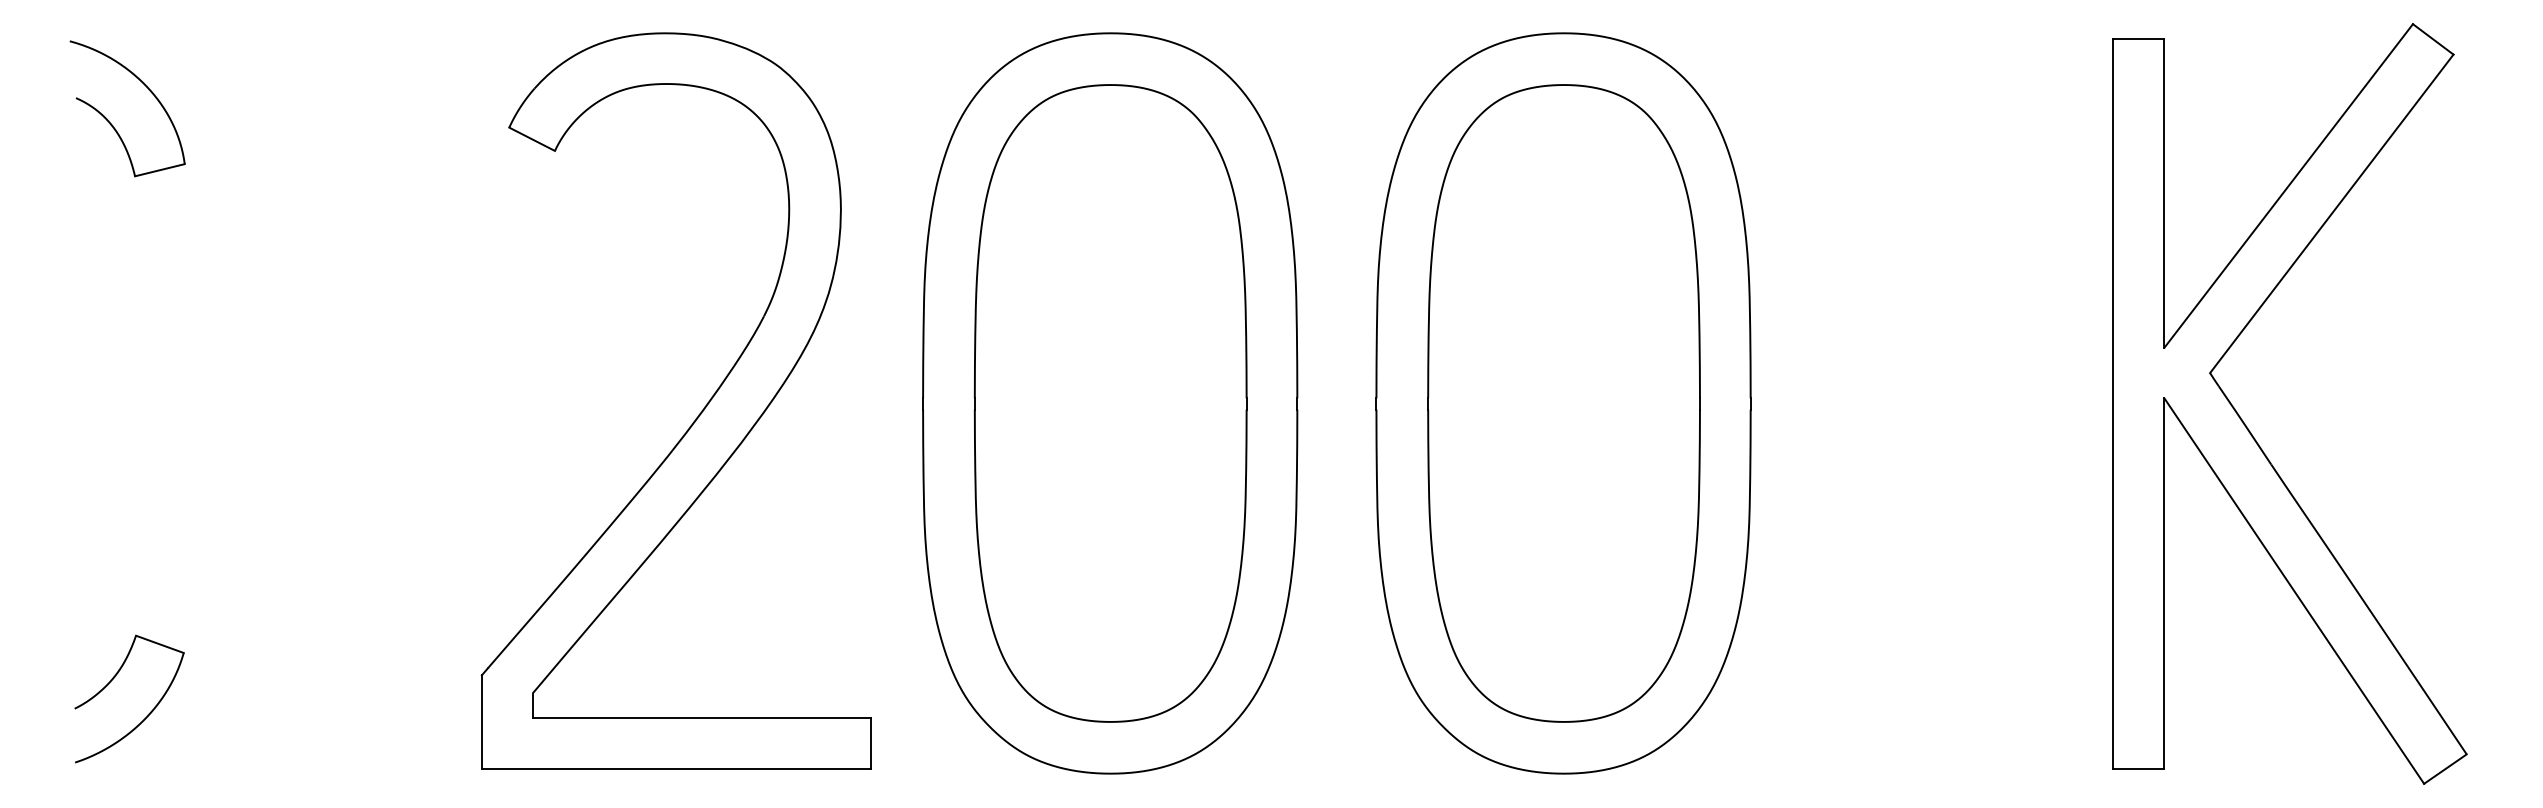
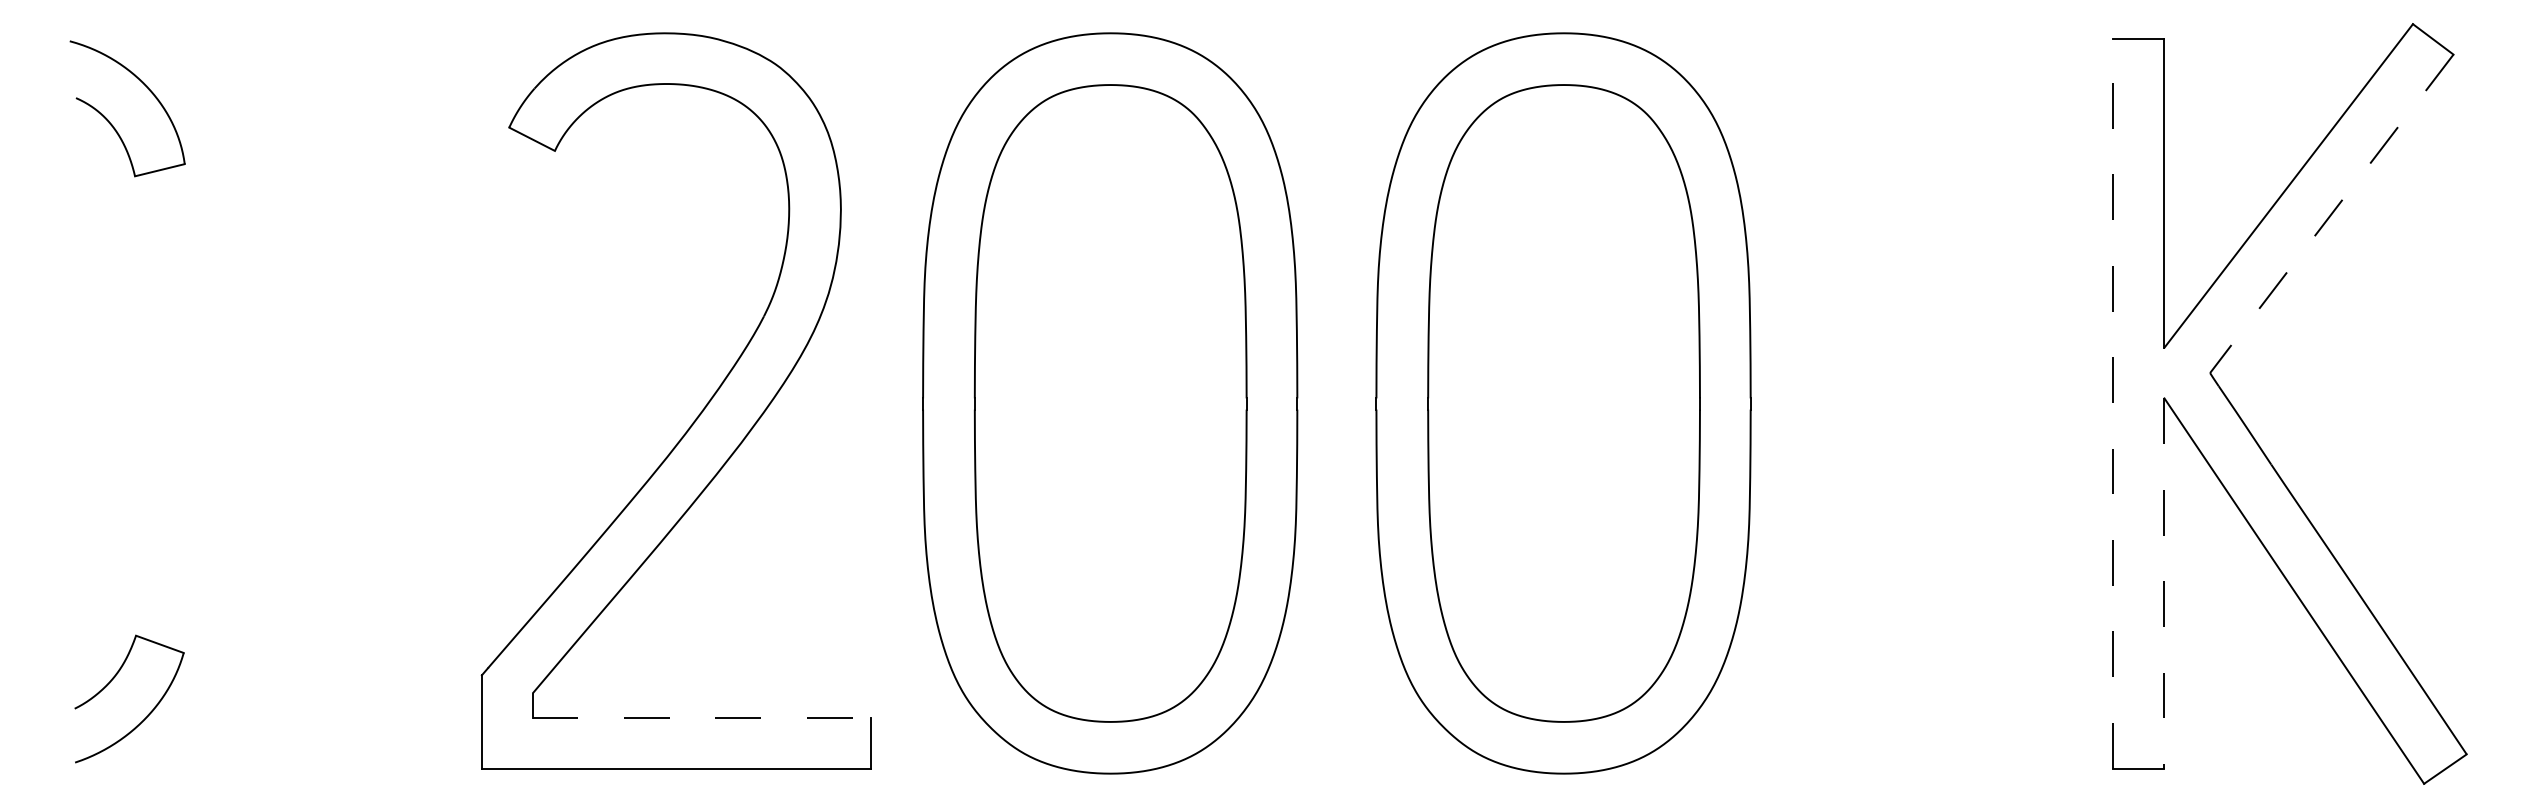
line at (2331, 214): solid -> dashed
line at (2112, 404): solid -> dashed
line at (2164, 584): solid -> dashed
line at (702, 717): solid -> dashed
